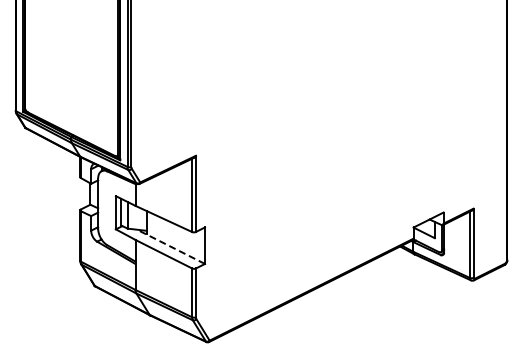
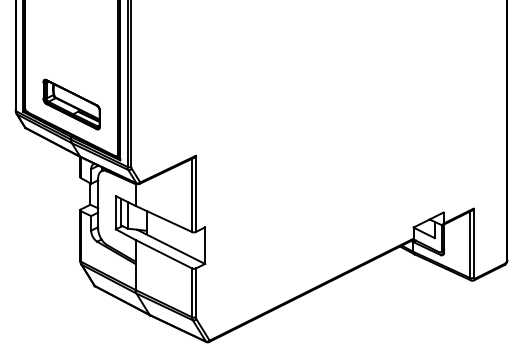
part at (71, 104): none -> present
line at (170, 246): dashed -> solid
